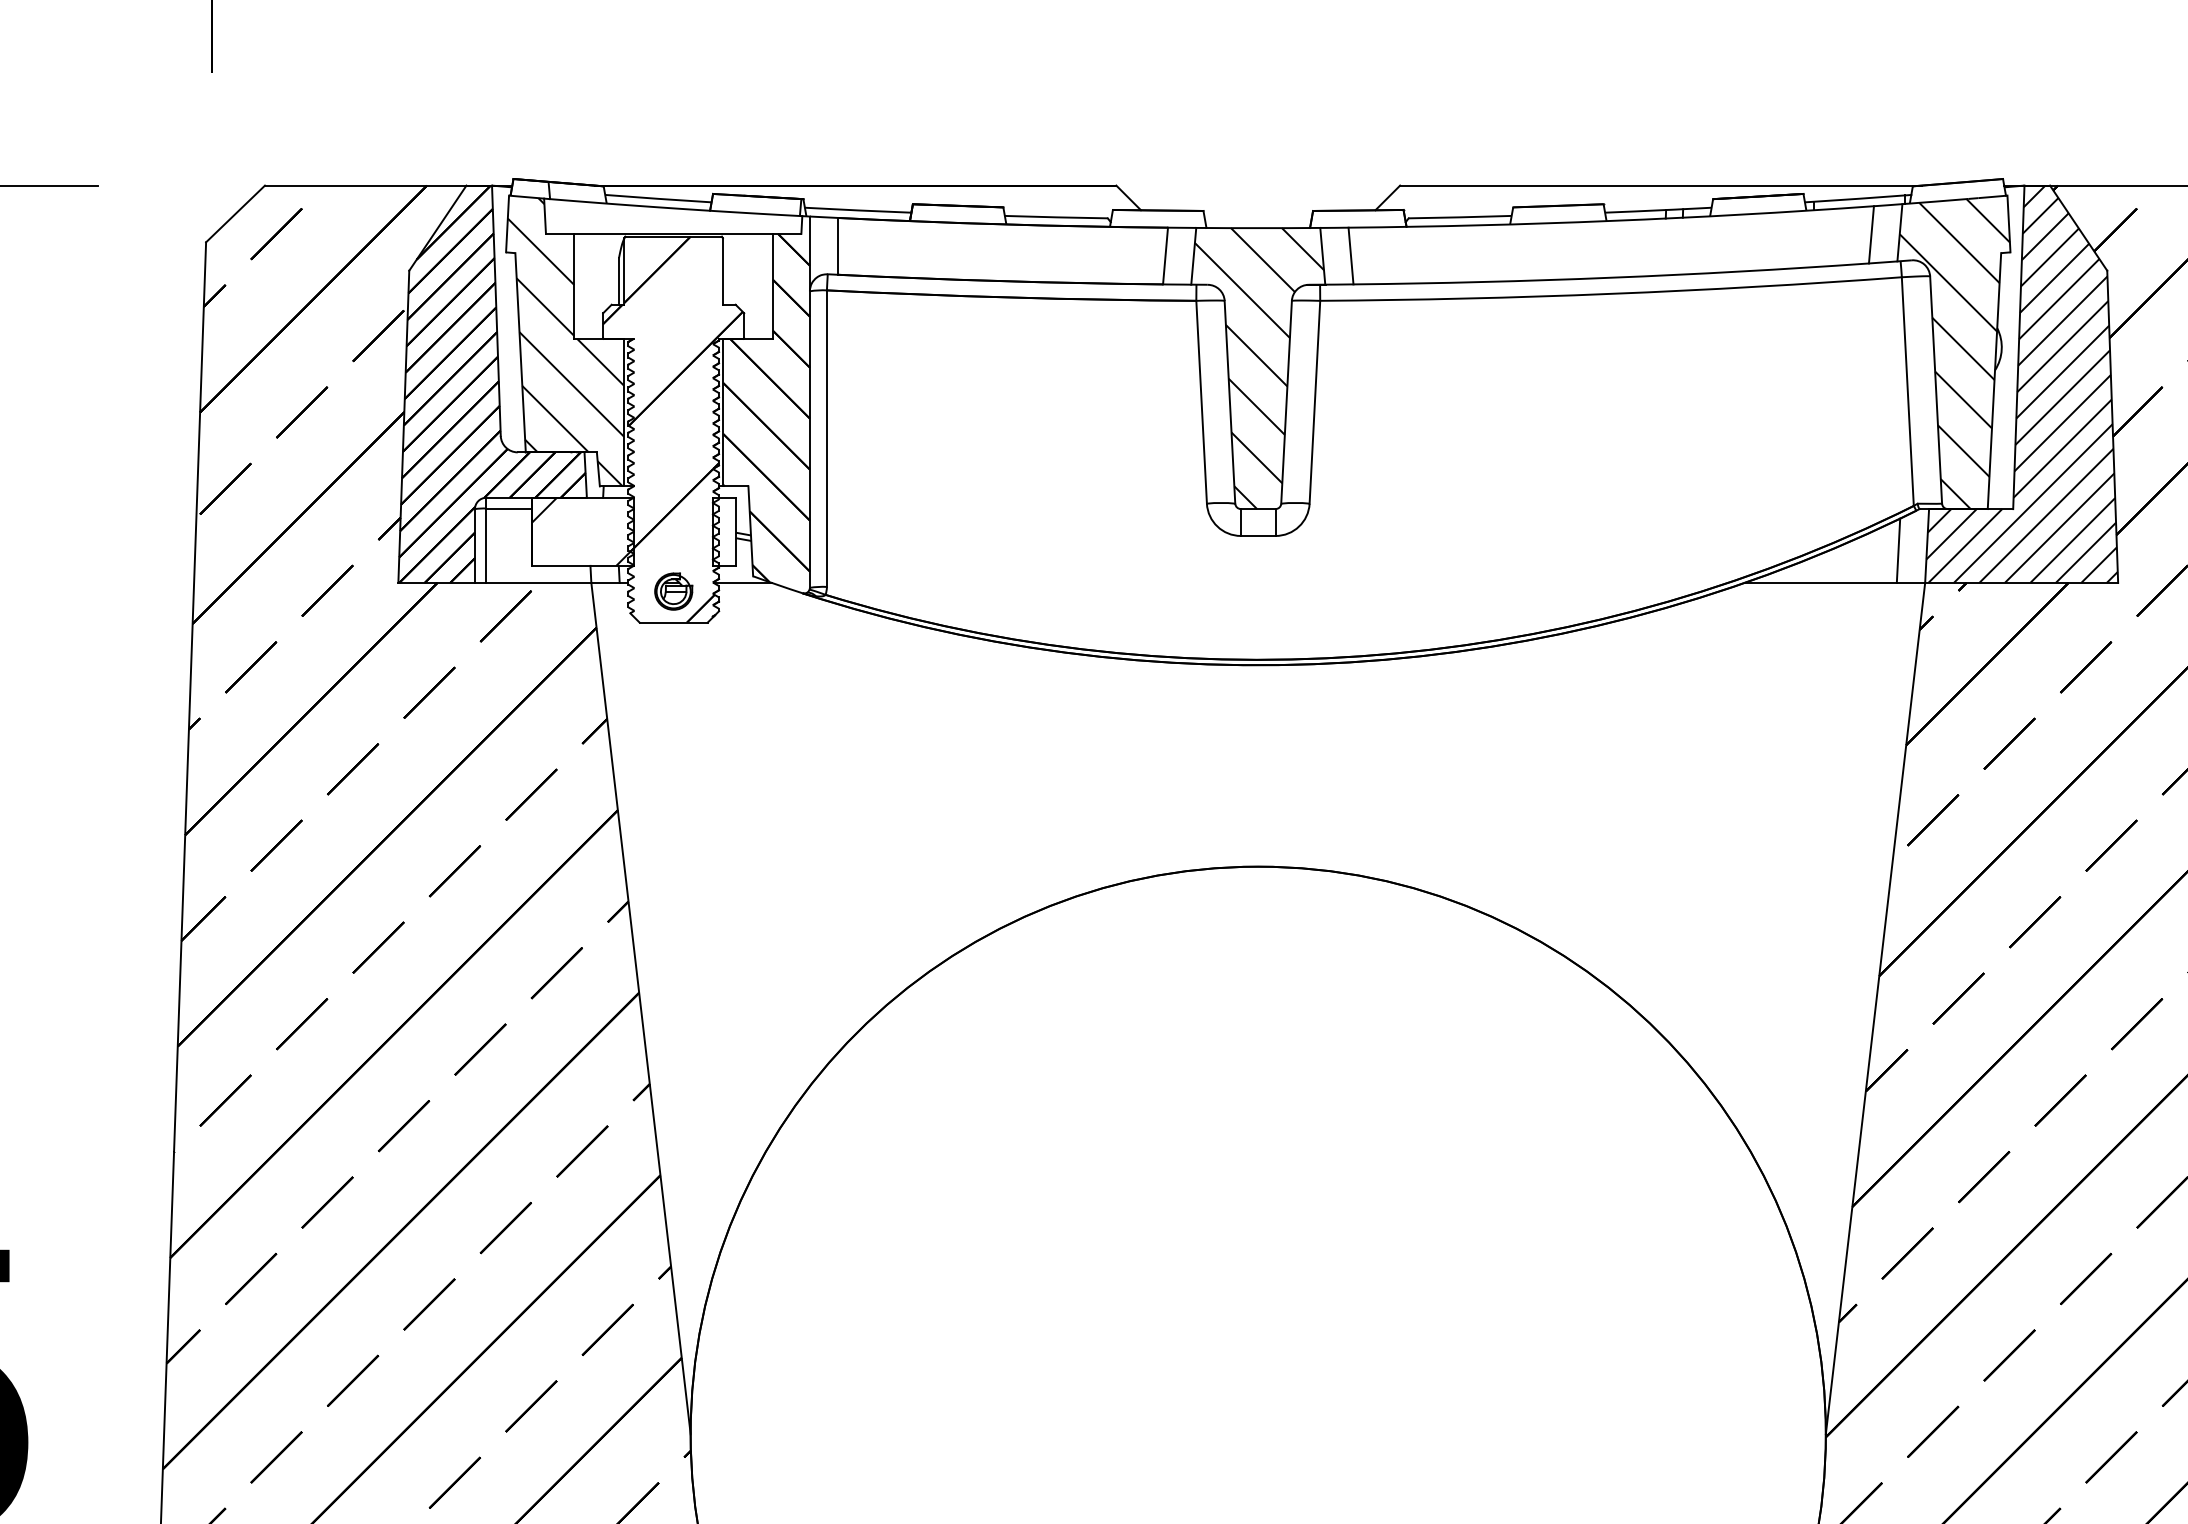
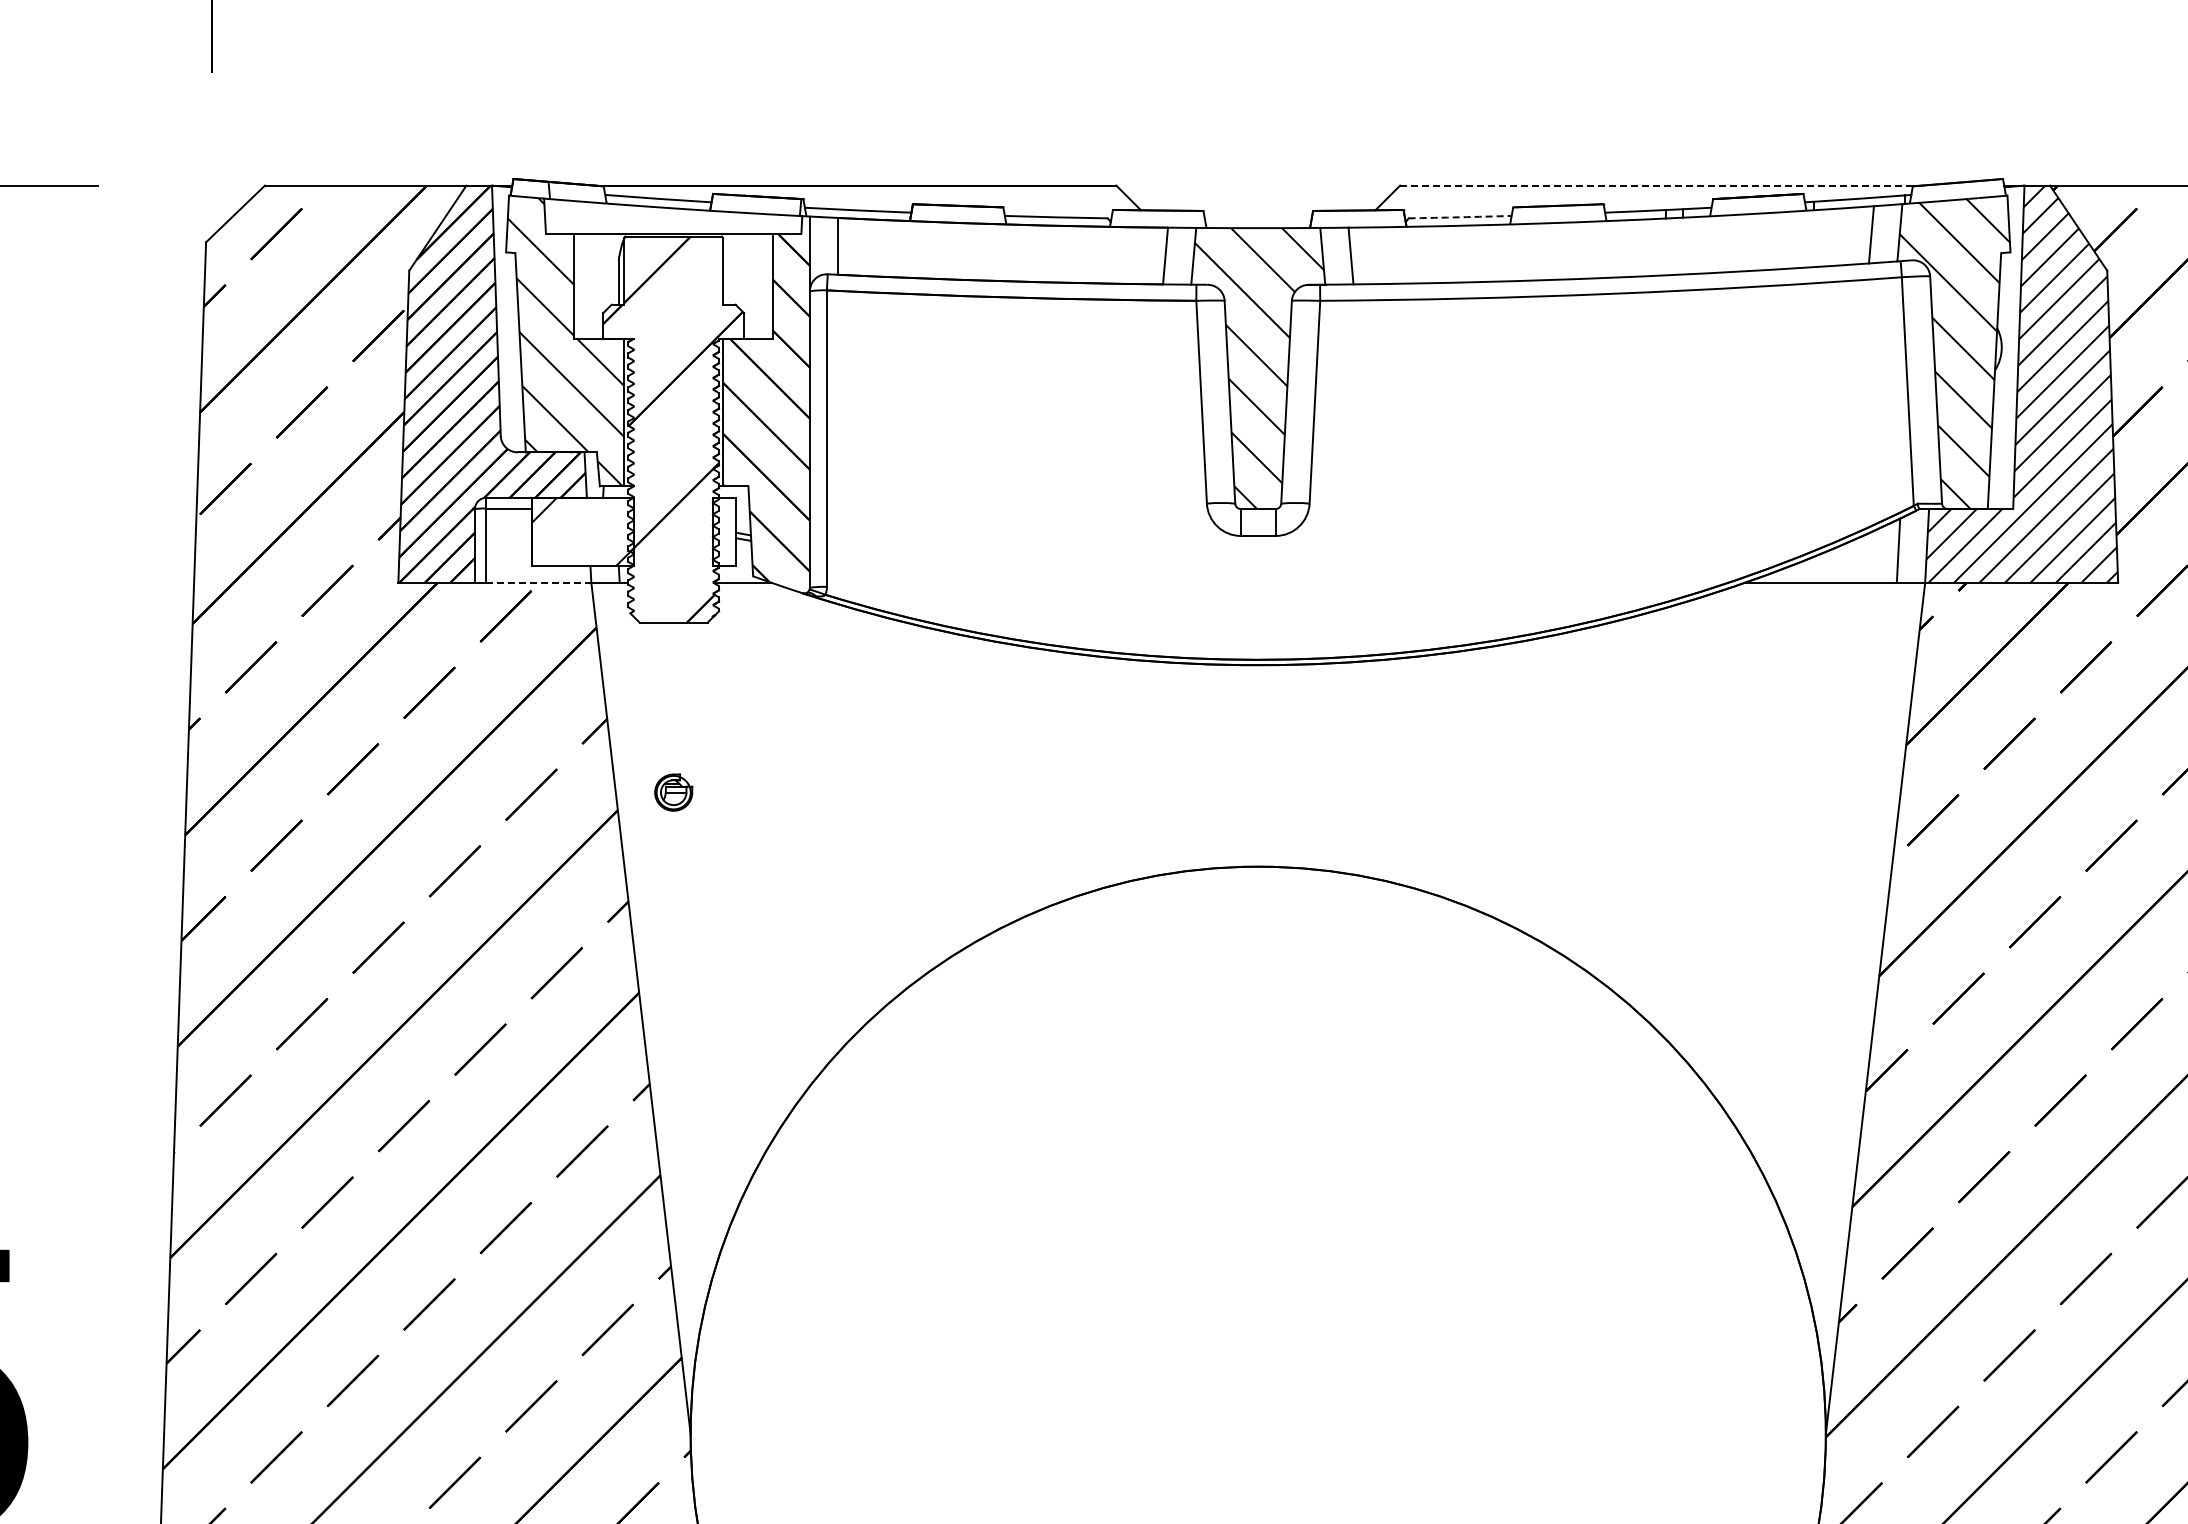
line at (1661, 185): solid -> dashed
arc at (1460, 217): solid -> dashed
line at (538, 582): solid -> dashed
part at (673, 591) position: (673, 591) -> (673, 792)
